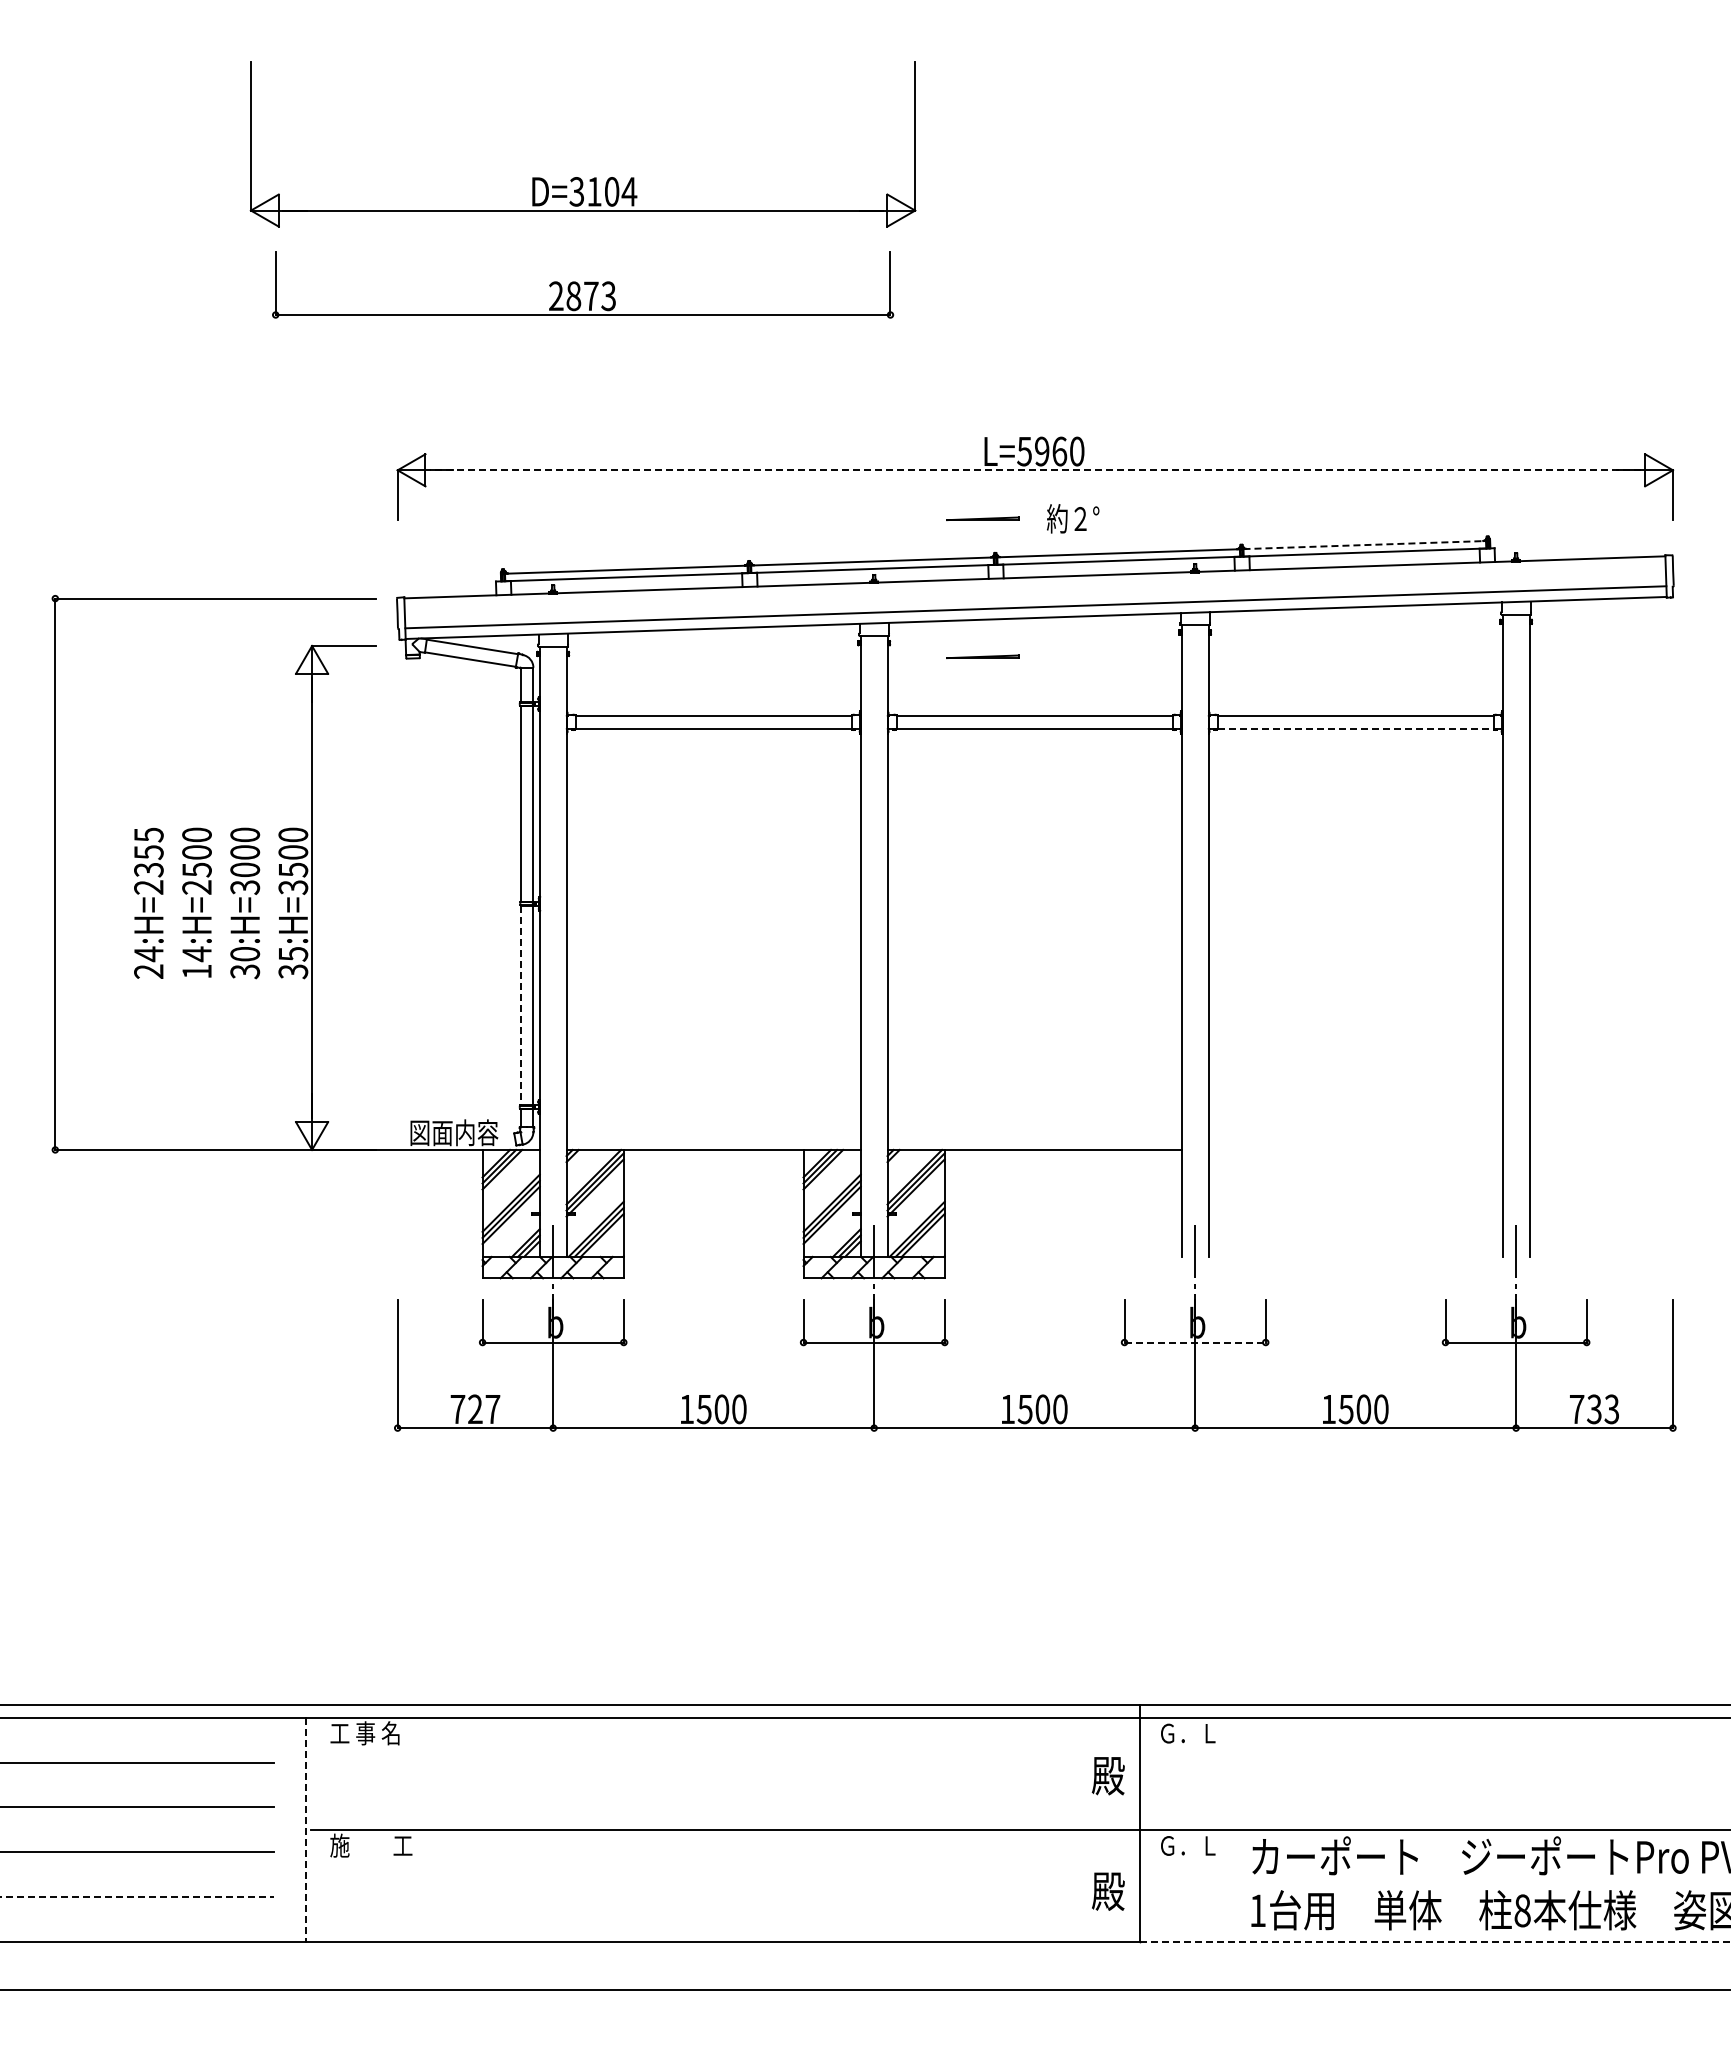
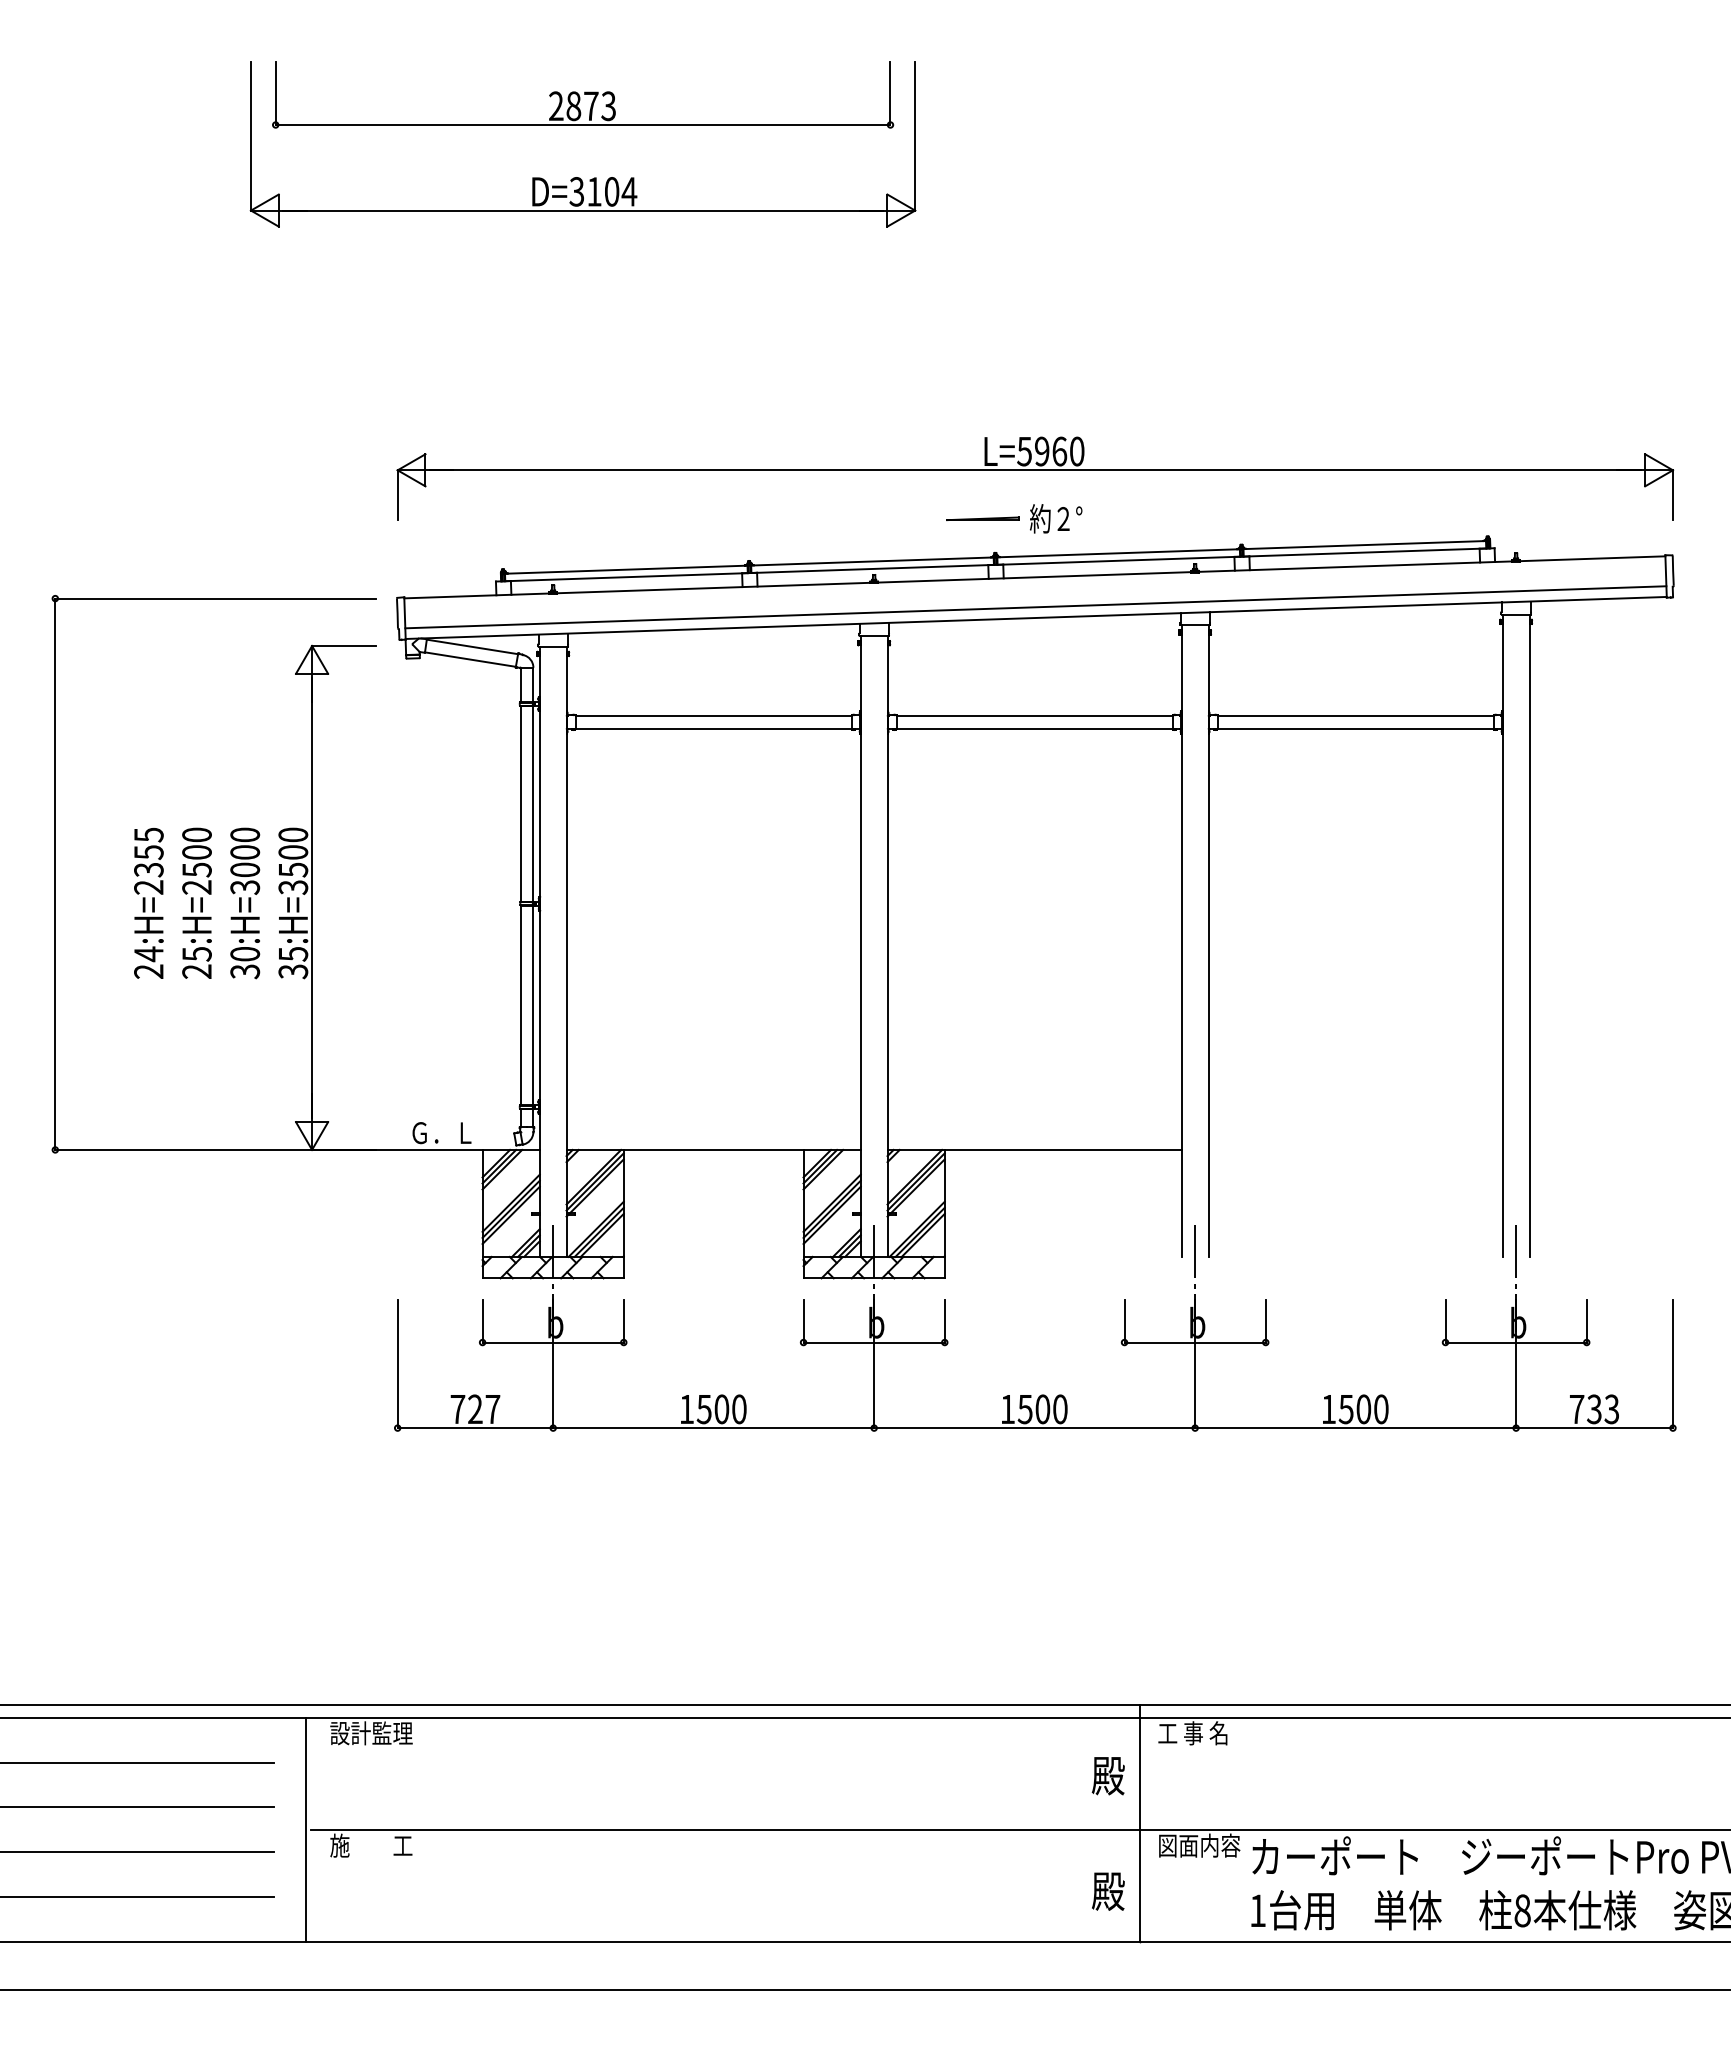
part at (583, 284) position: (583, 284) -> (583, 94)
line at (1035, 470): dashed -> solid
text at (1073, 518) position: (1073, 518) -> (1056, 518)
line at (1365, 545): dashed -> solid
line at (982, 656): present -> none
line at (1356, 728): dashed -> solid
text at (196, 962): 14:H=2500 -> 25:H=2500
line at (520, 1005): dashed -> solid
text at (454, 1132): 図面内容 -> Ｇ．Ｌ
line at (1195, 1342): dashed -> solid
text at (371, 1733): 工 事 名 -> 設計監理
text at (1192, 1733): Ｇ．Ｌ -> 工 事 名
line at (305, 1830): dashed -> solid
text at (1199, 1845): Ｇ．Ｌ -> 図面内容
line at (137, 1897): dashed -> solid
line at (1435, 1942): dashed -> solid
